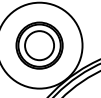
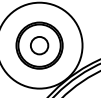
circle at (39, 45) diameter: 29 px -> 17 px
